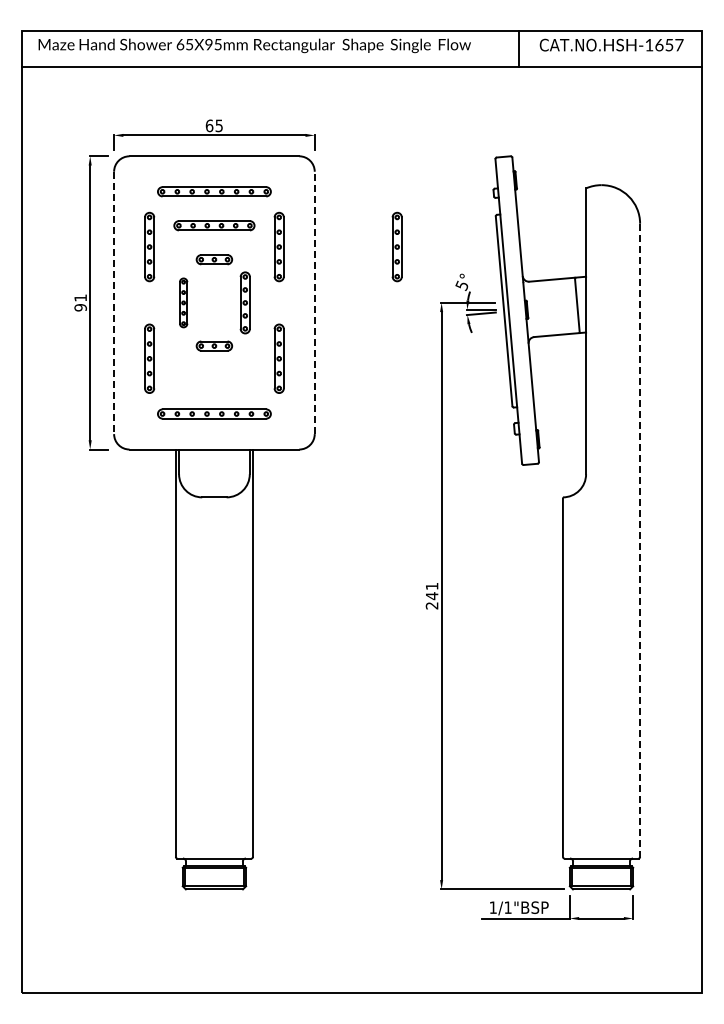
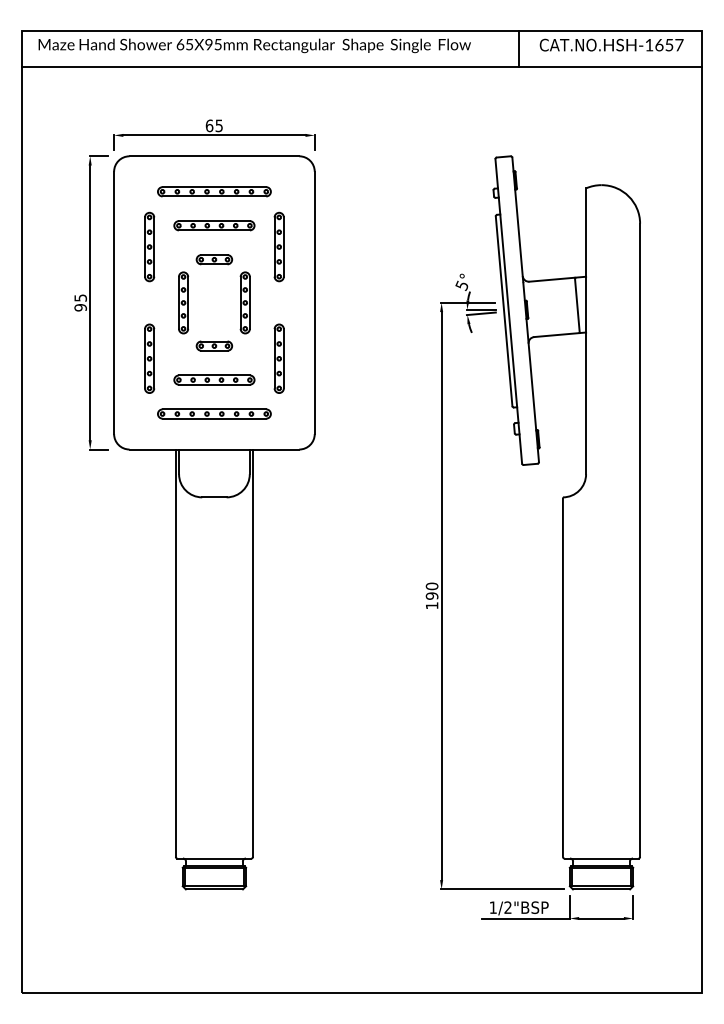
part at (396, 246): present -> none
text at (80, 297): 91 -> 95
part at (183, 302) size: 10x52 px -> 12x64 px
line at (314, 302): dashed -> solid
line at (114, 303): dashed -> solid
part at (214, 379): none -> present
line at (640, 540): dashed -> solid
text at (431, 595): 241 -> 190
text at (507, 907): 1/1"BSP -> 1/2"BSP
